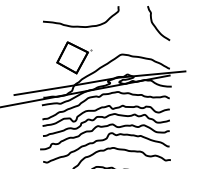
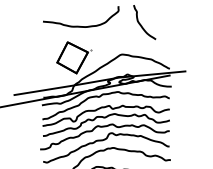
curve at (155, 25) position: (155, 25) -> (141, 24)
